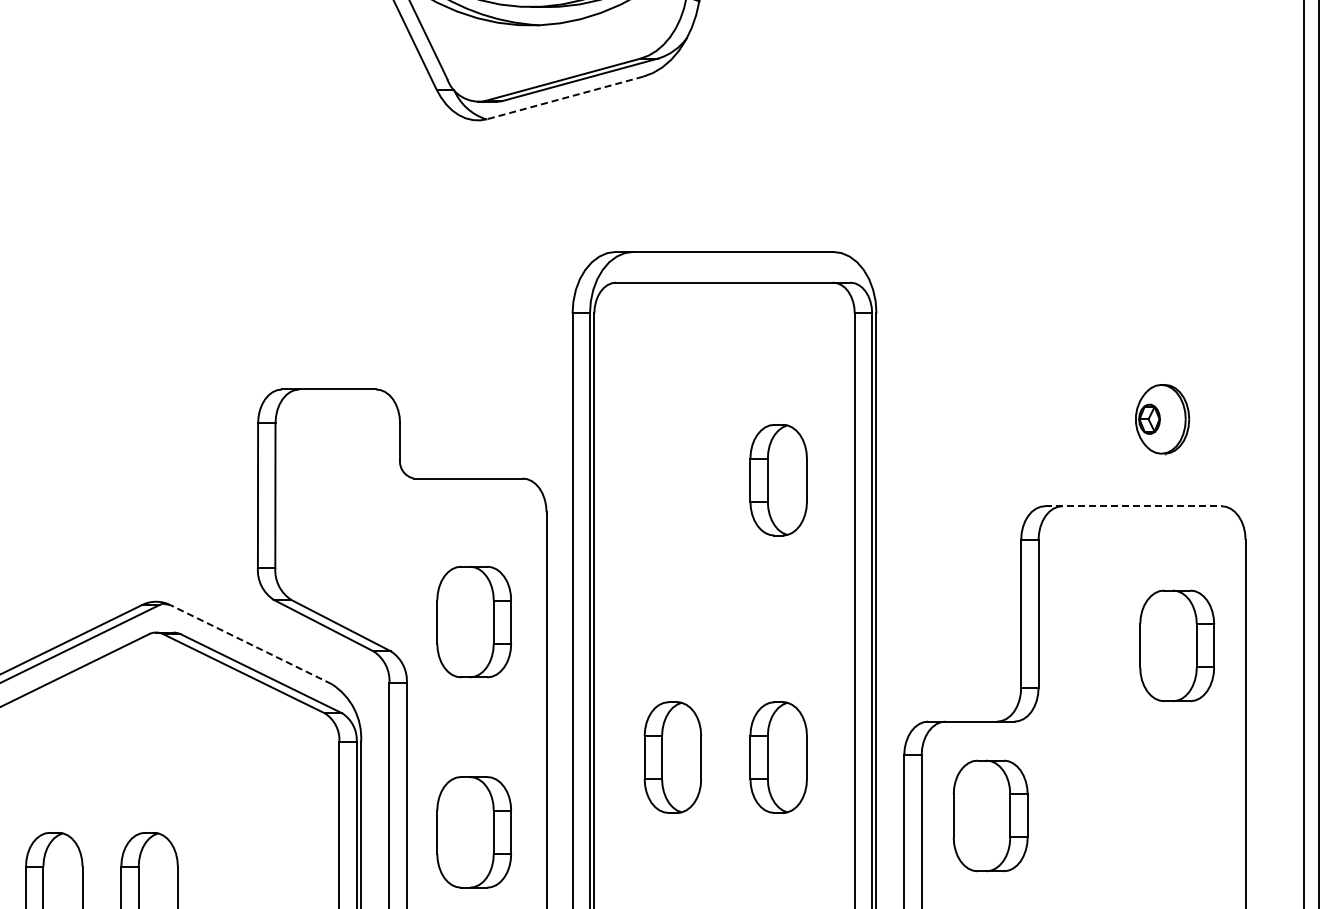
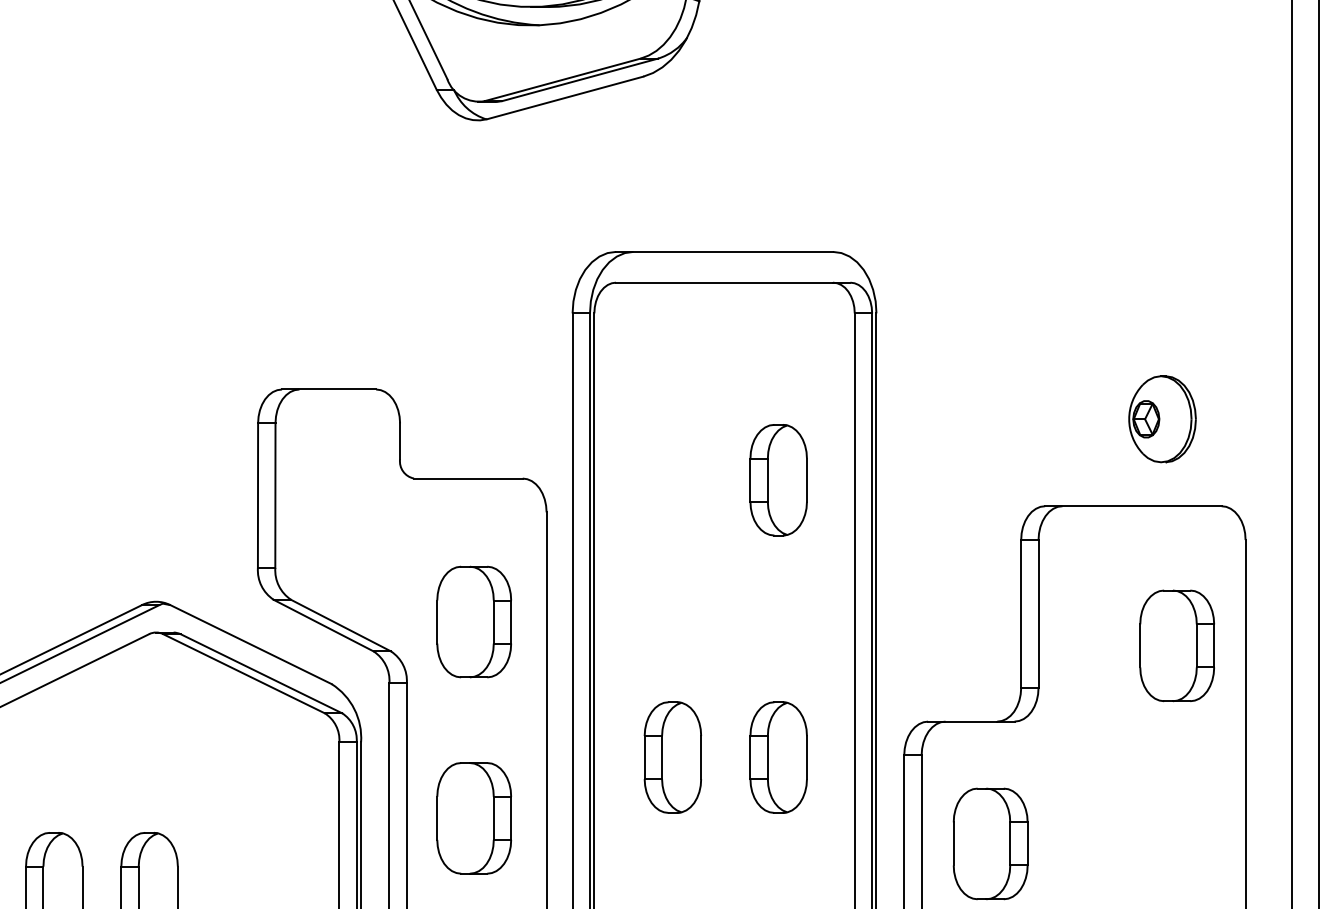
line at (565, 97): dashed -> solid
part at (1162, 419) size: 56x72 px -> 69x89 px
line at (1303, 453) position: (1303, 453) -> (1291, 453)
line at (1133, 506): dashed -> solid
line at (251, 644): dashed -> solid
part at (990, 815) position: (990, 815) -> (990, 843)
part at (474, 832) position: (474, 832) -> (474, 818)
